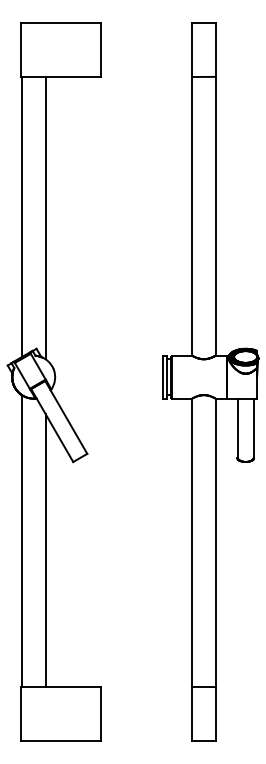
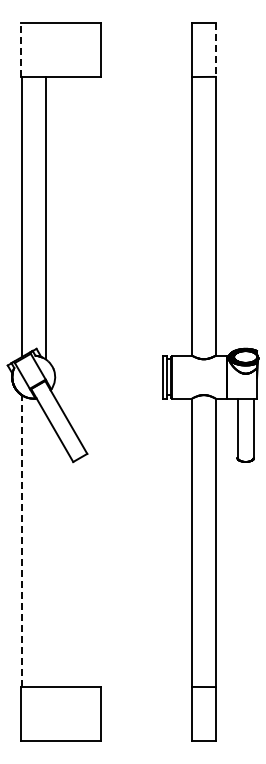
line at (21, 49): solid -> dashed
line at (215, 49): solid -> dashed
line at (21, 541): solid -> dashed
line at (45, 549): present -> none
